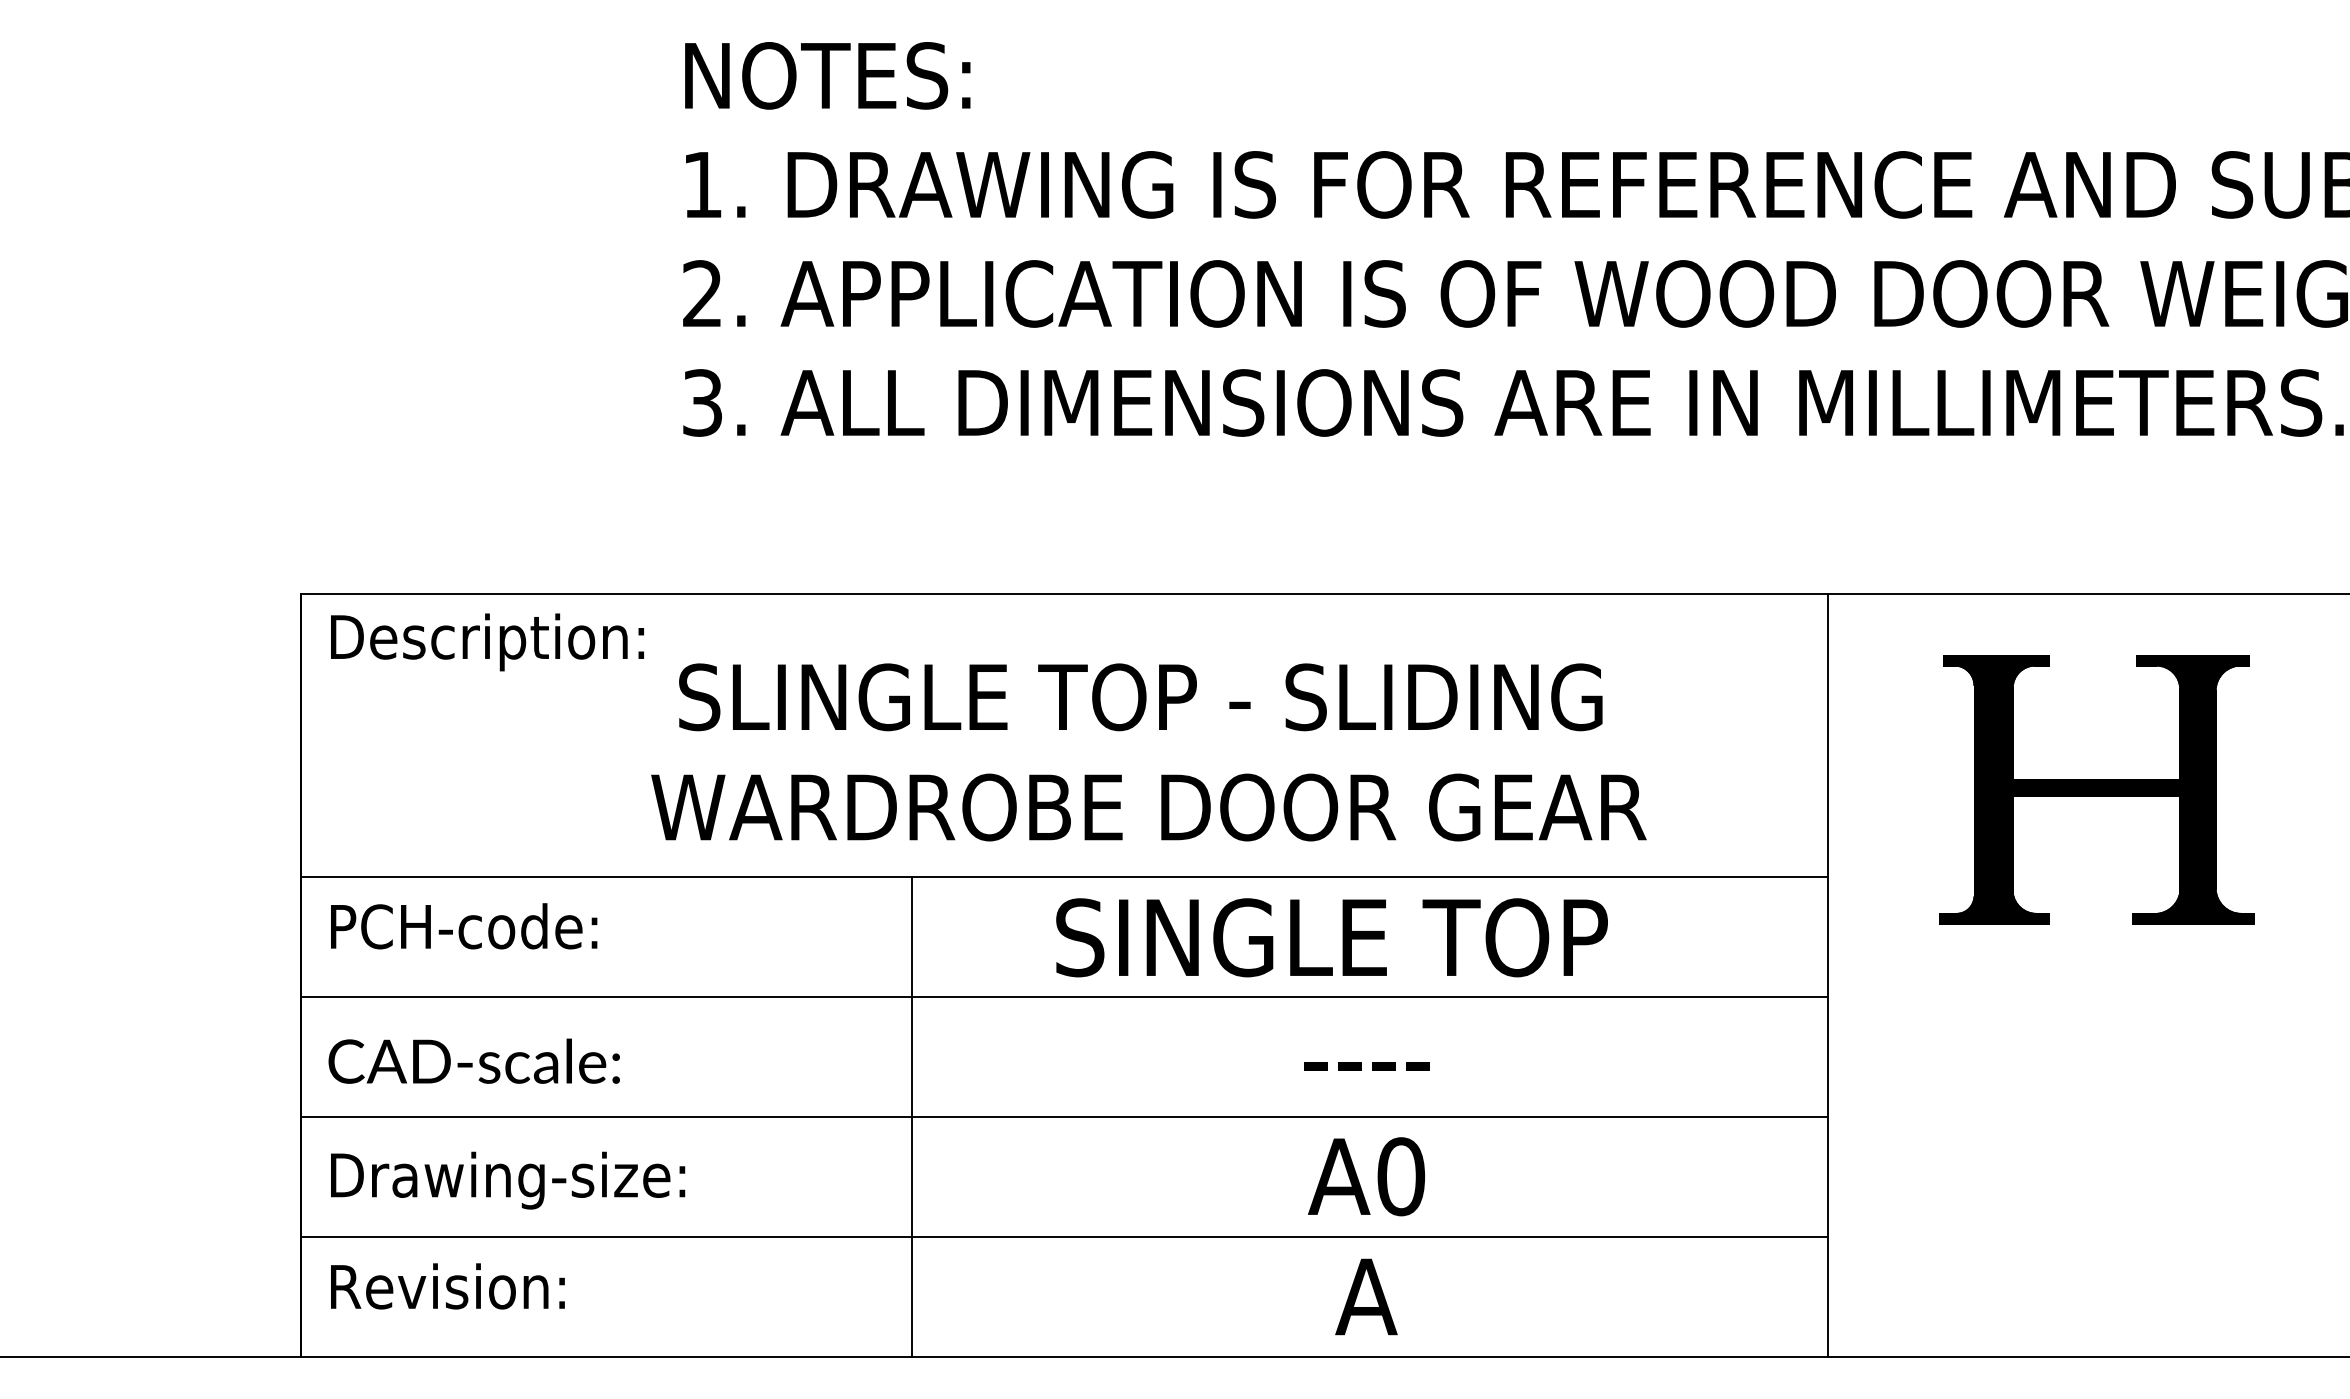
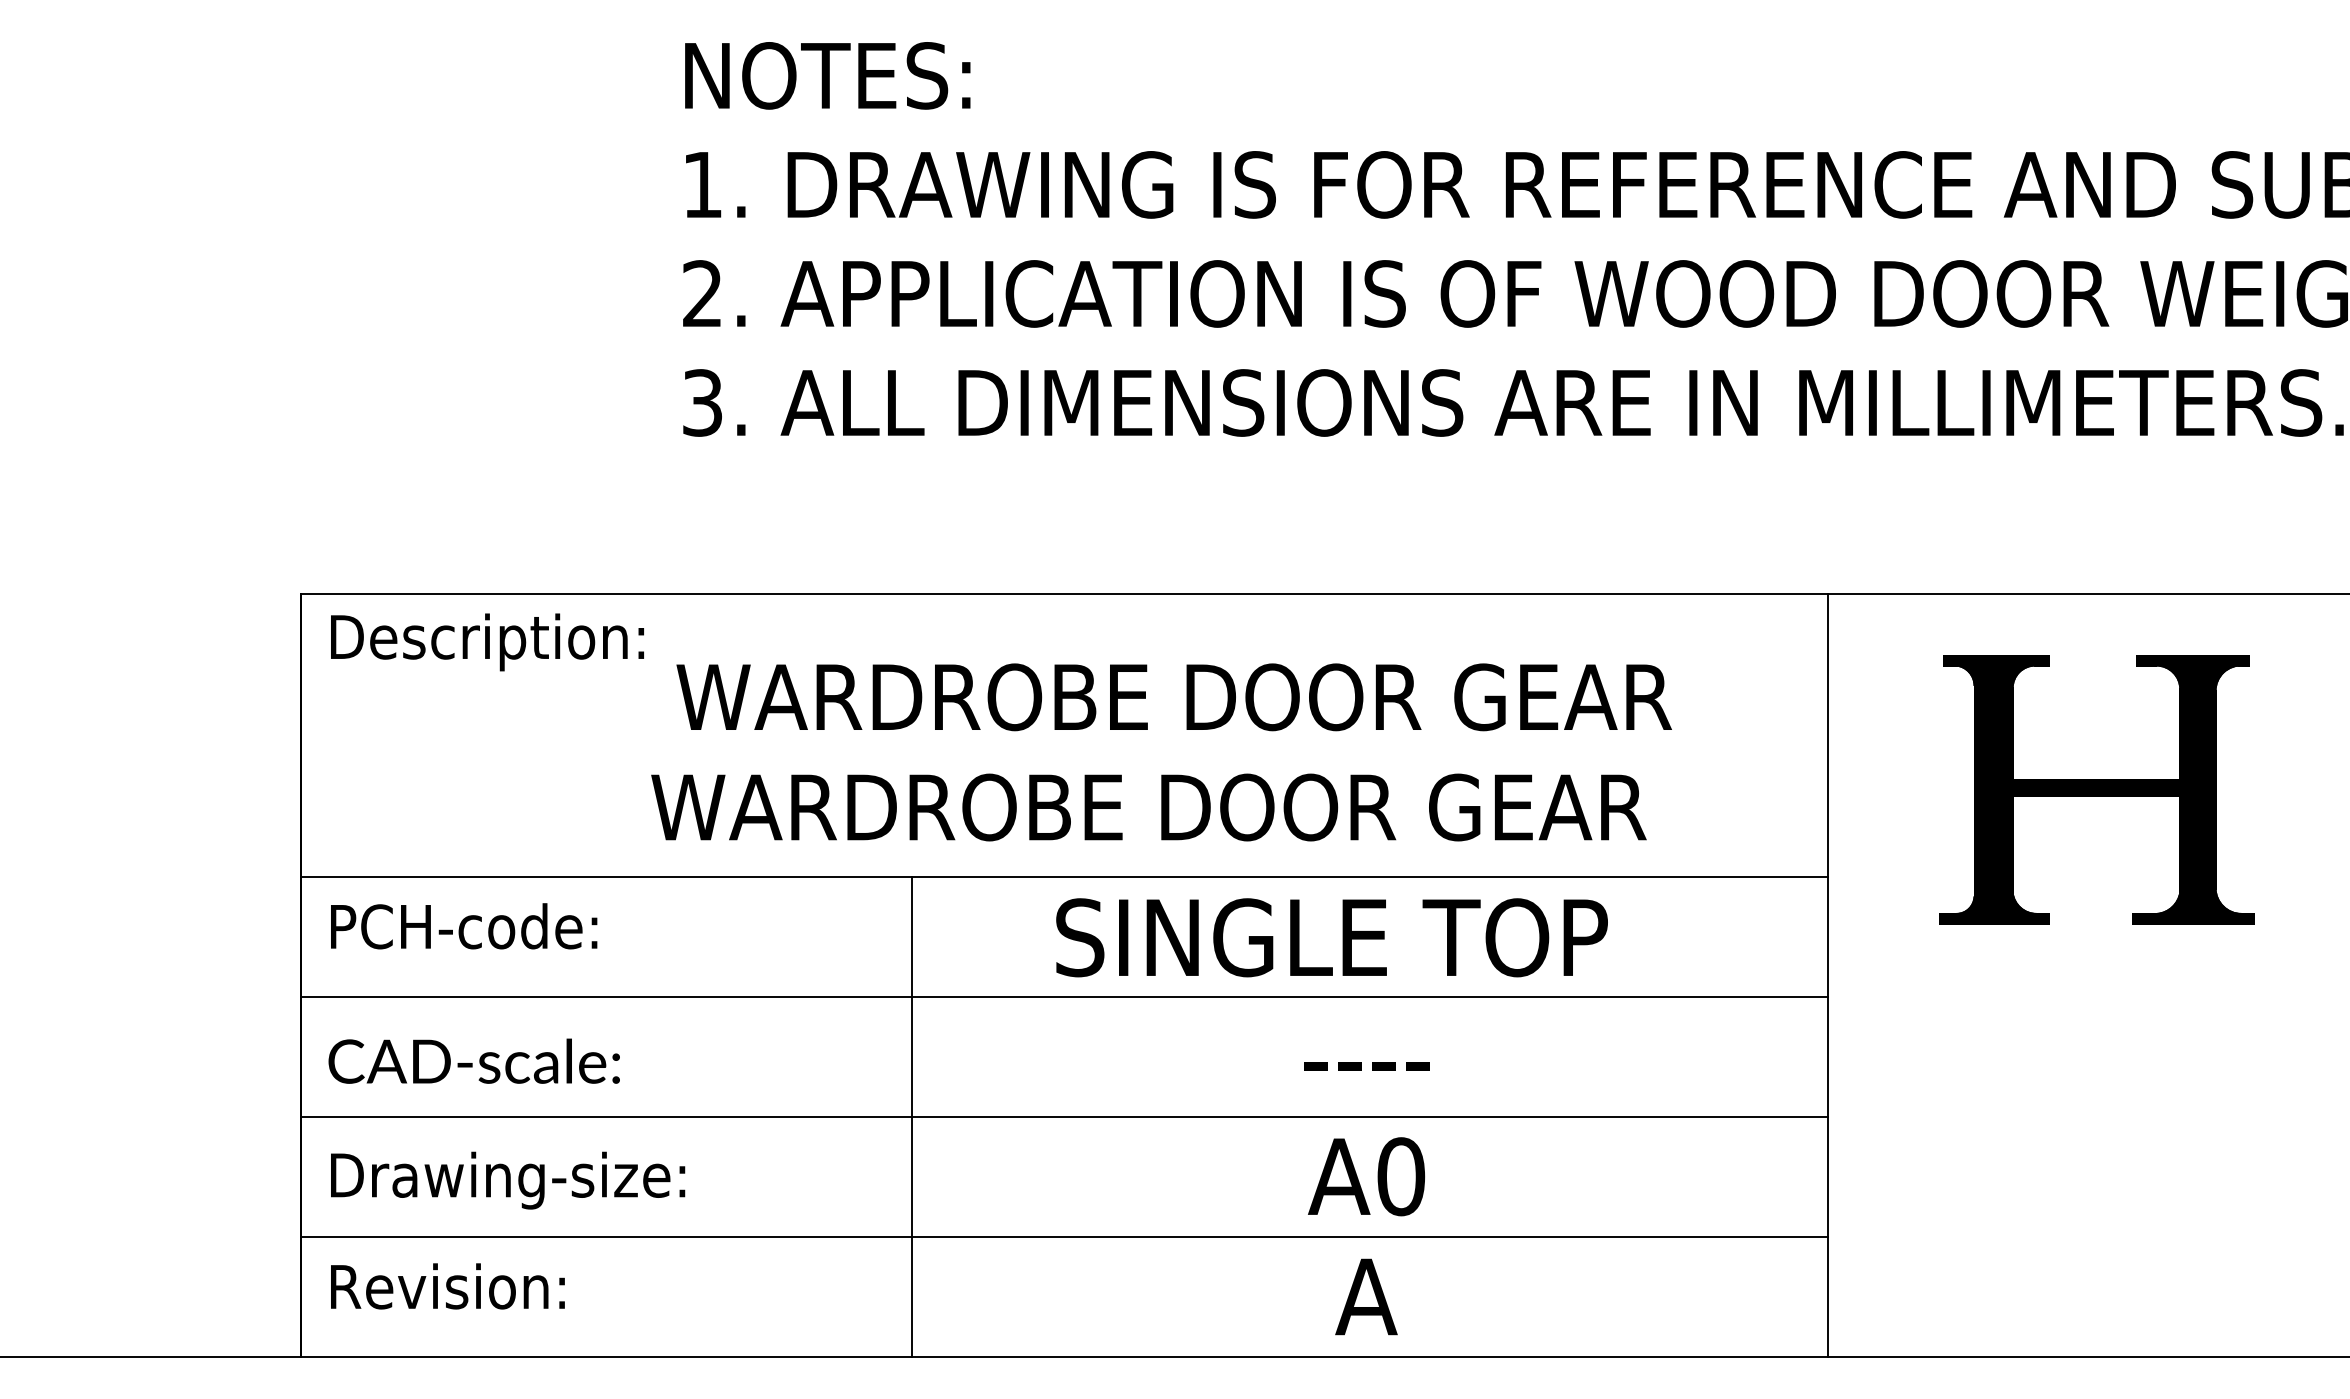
text at (1173, 697): SLINGLE TOP - SLIDING -> WARDROBE DOOR GEAR
